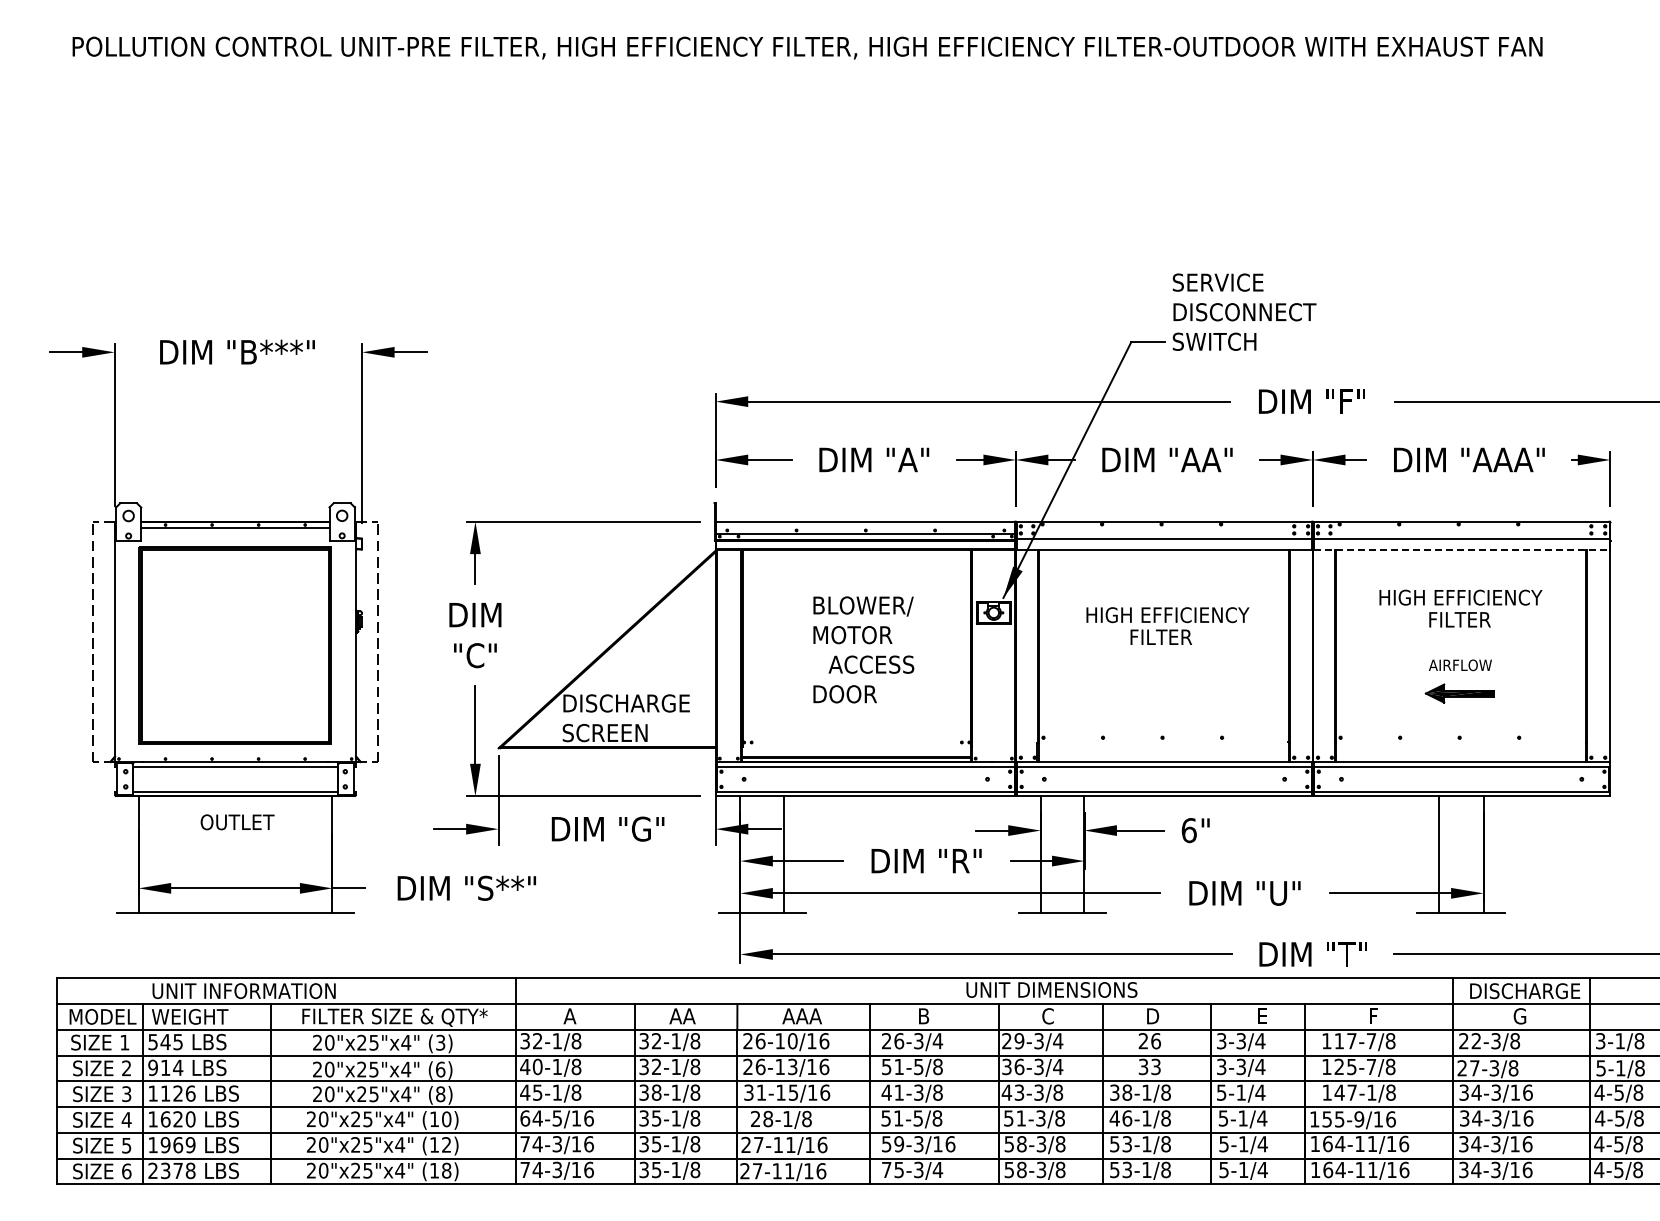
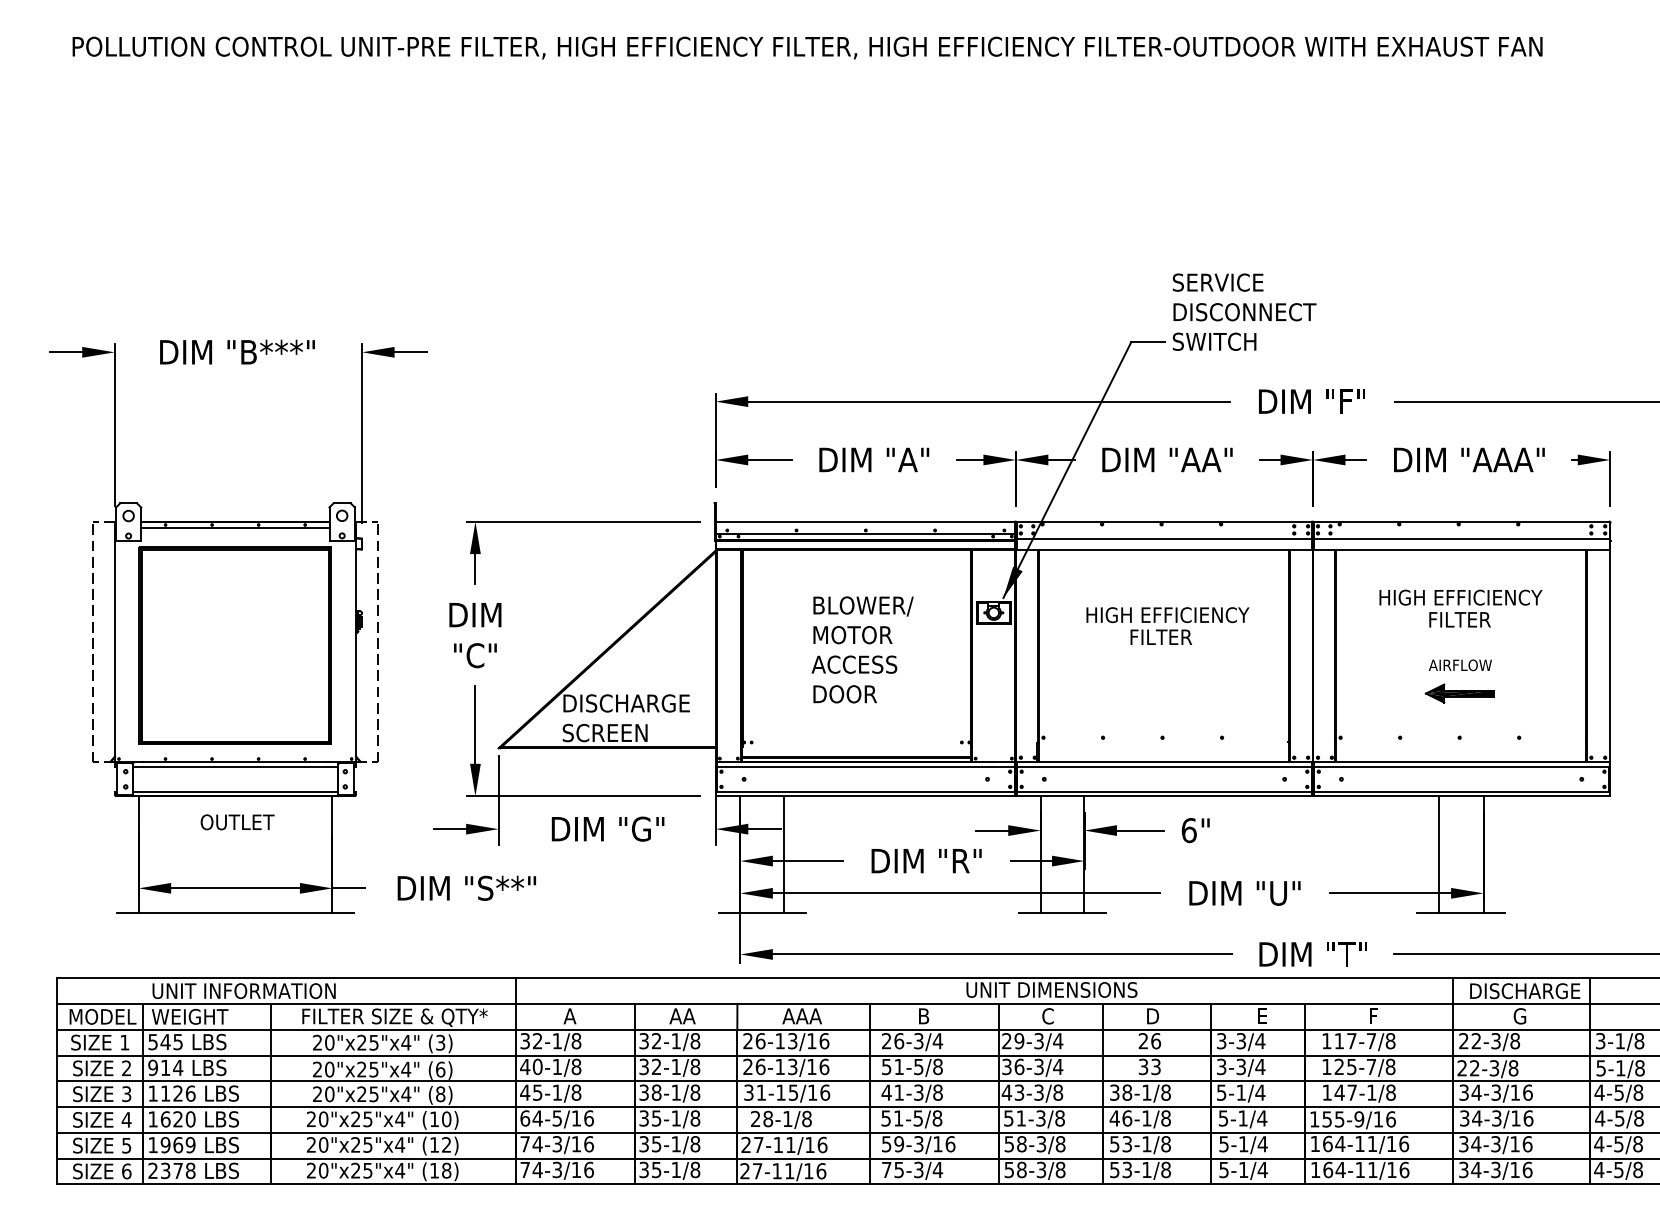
line at (1461, 549): dashed -> solid
text at (871, 664) position: (871, 664) -> (854, 664)
text at (792, 1041): 26-10/16 -> 26-13/16
text at (1474, 1068): 27-3/8 -> 22-3/8
